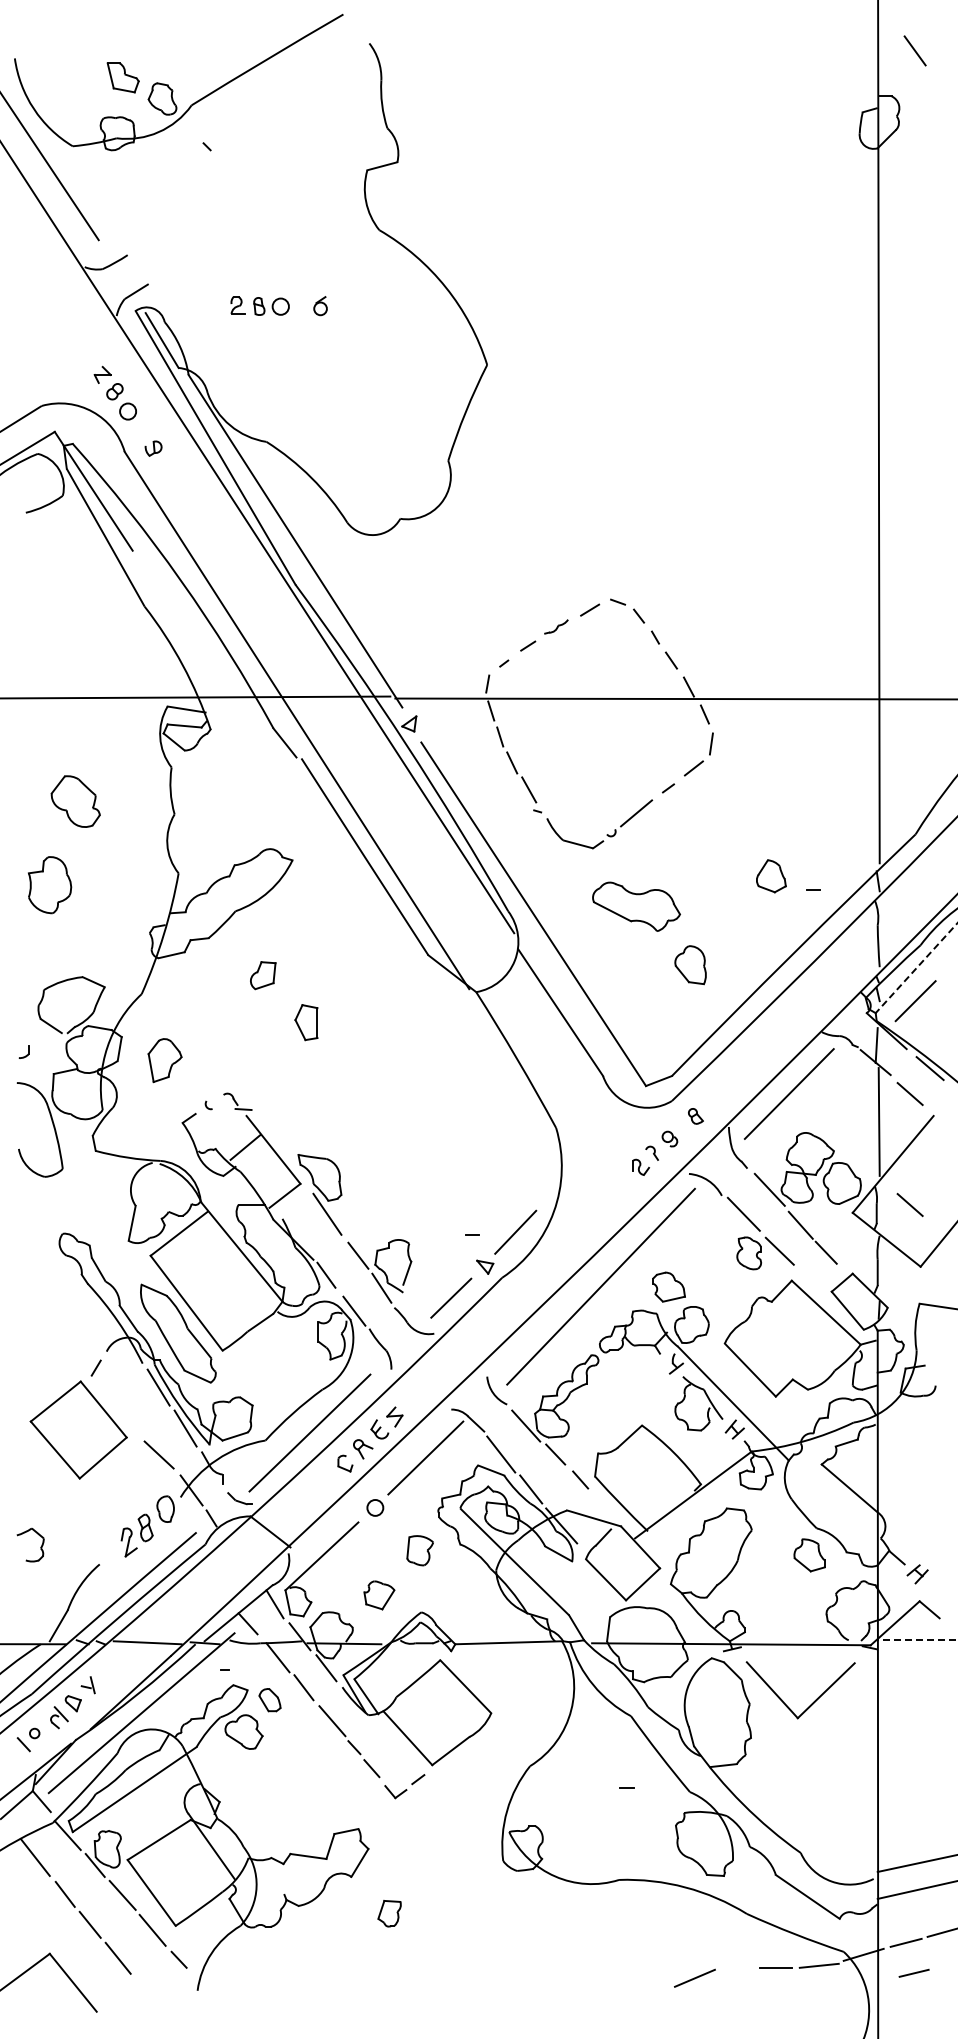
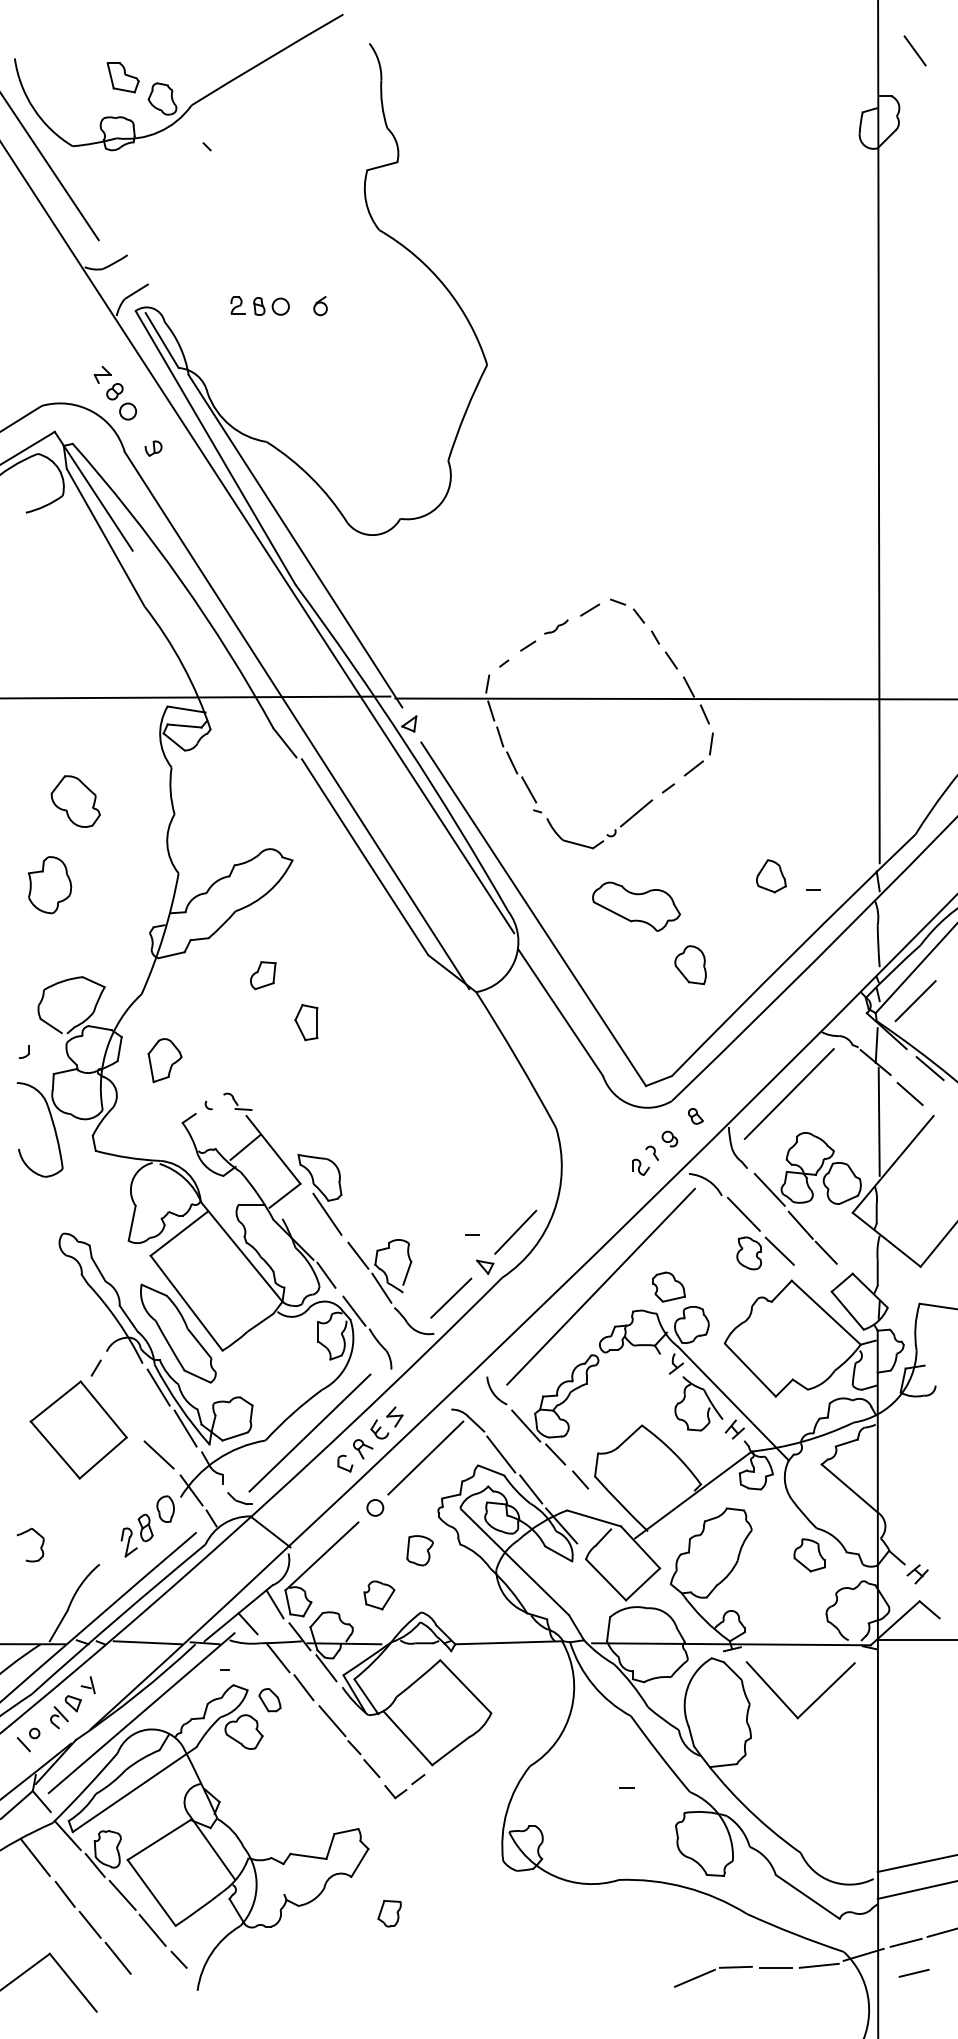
line at (916, 968): dashed -> solid
line at (909, 1205): present -> none
line at (916, 1640): dashed -> solid
line at (735, 1966): none -> present
